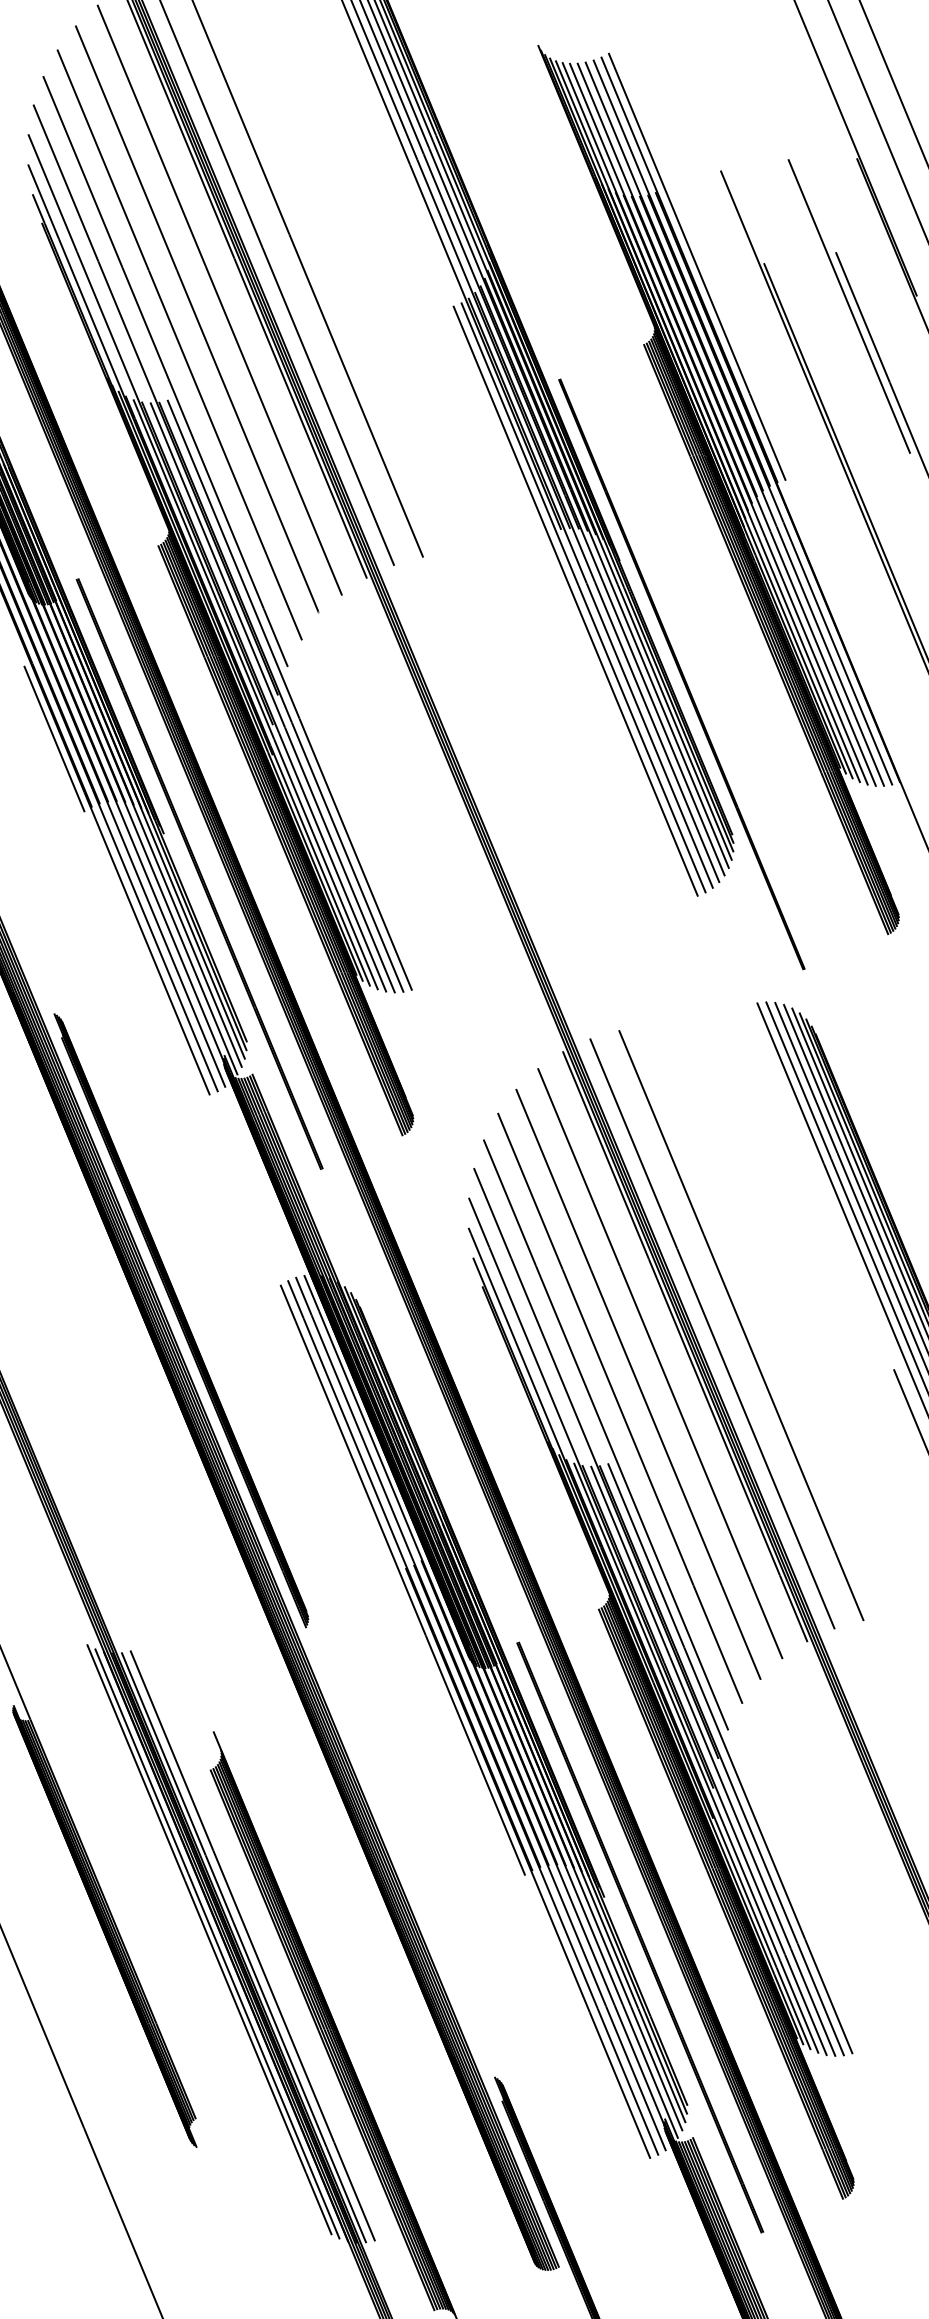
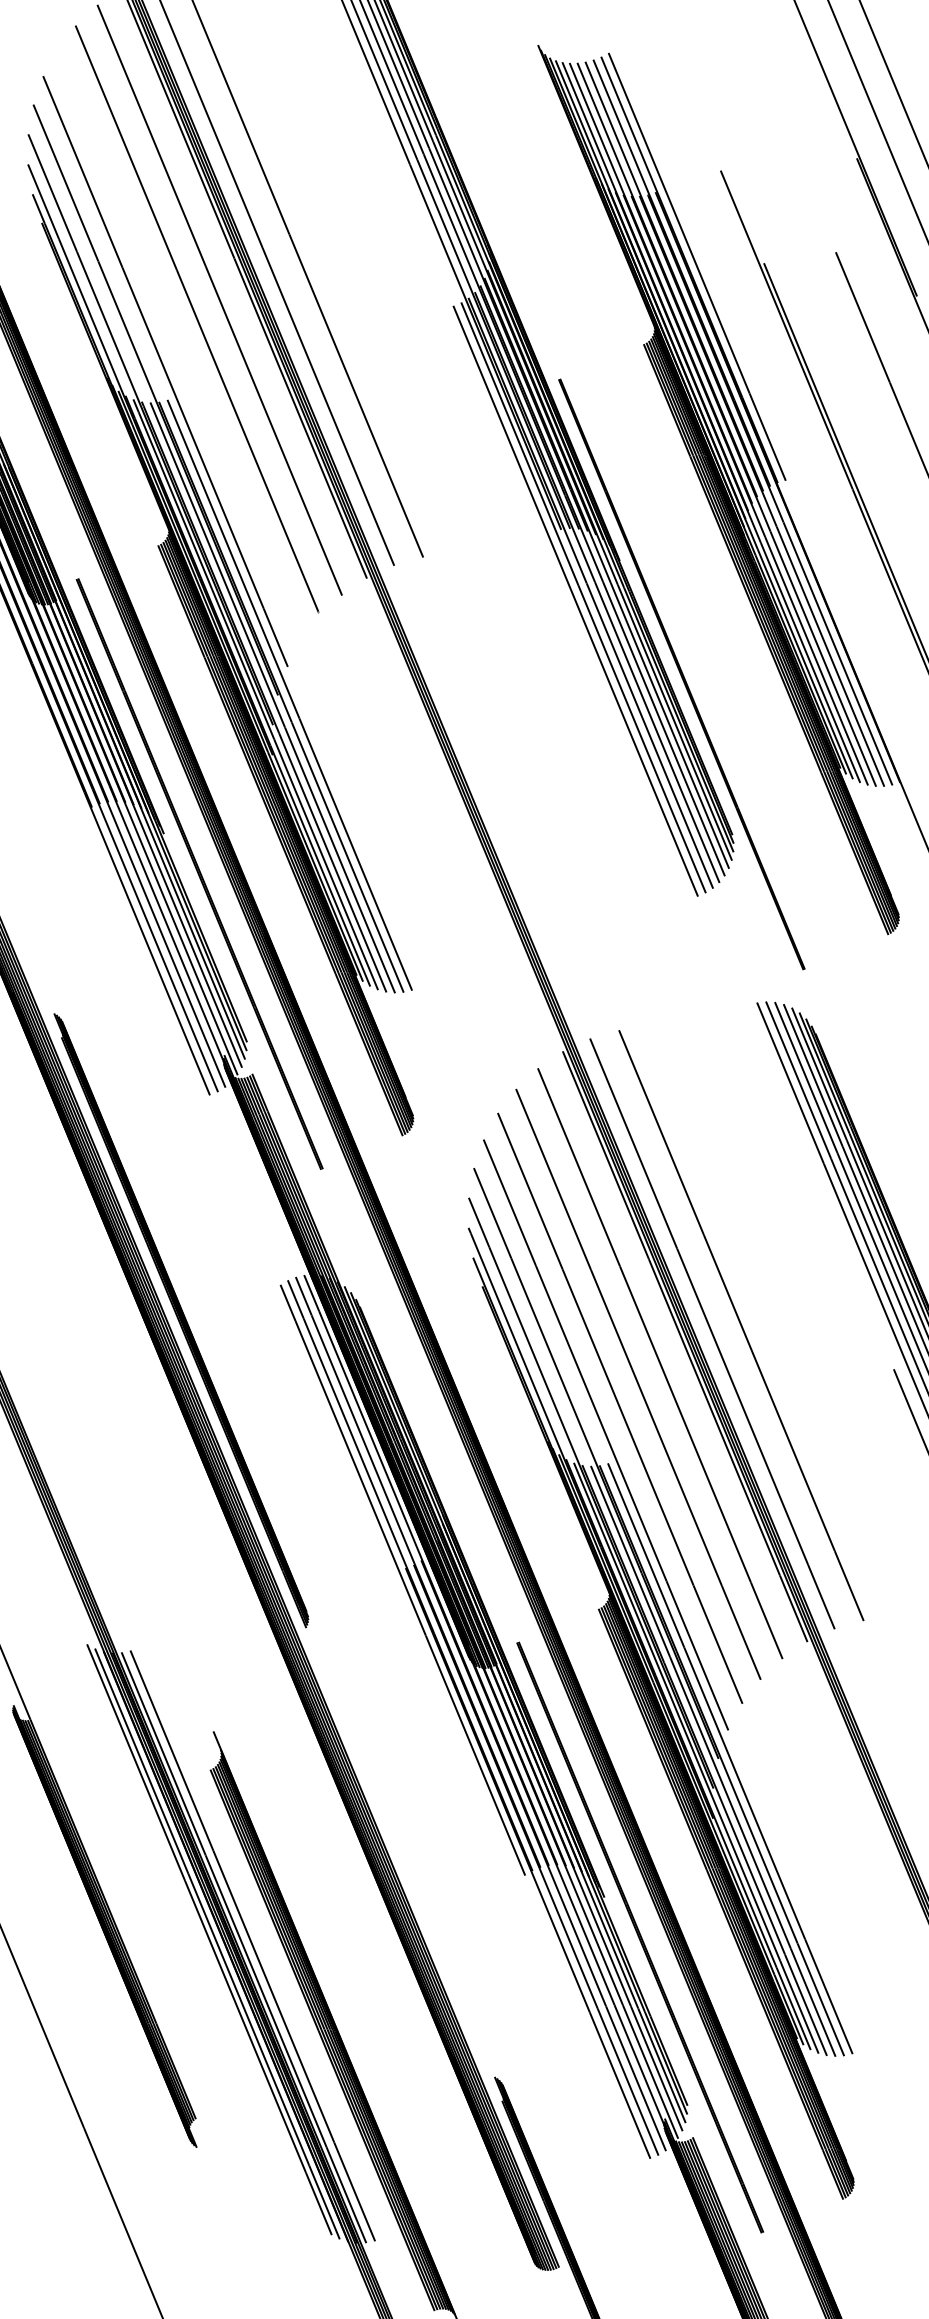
line at (849, 306): present -> none
line at (179, 344): present -> none
line at (54, 738): present -> none
